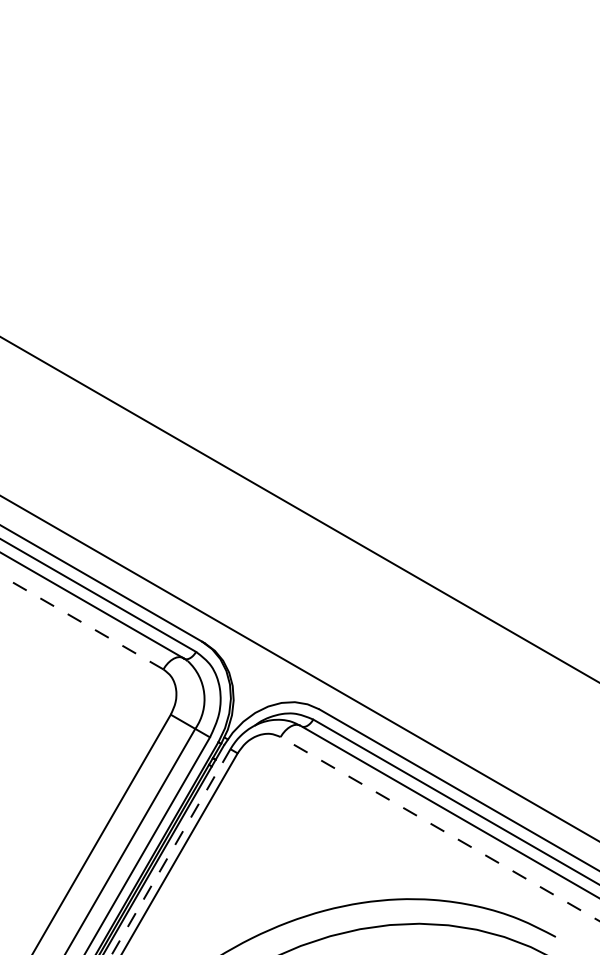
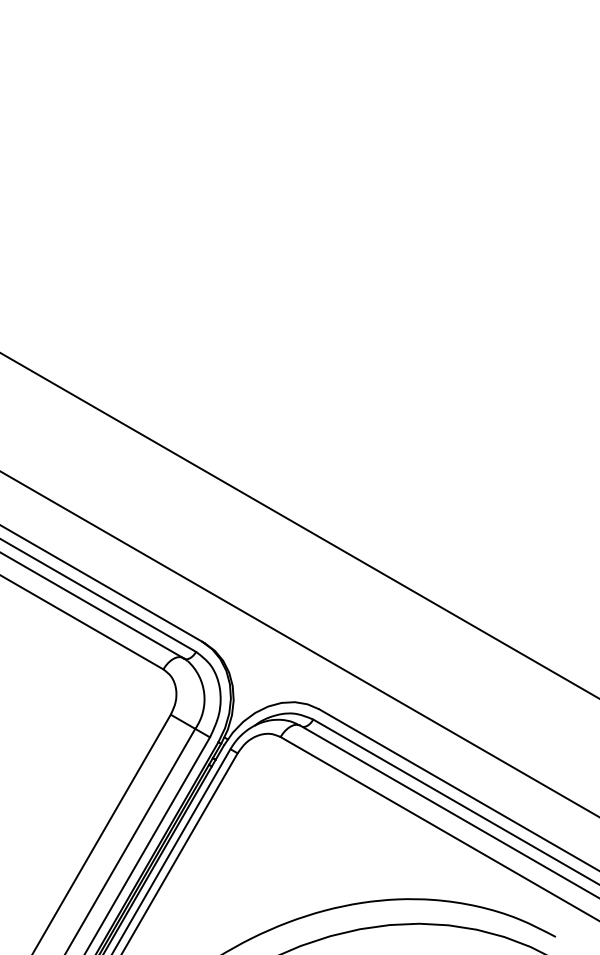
line at (299, 509) position: (299, 509) -> (299, 525)
line at (82, 622): dashed -> solid
line at (299, 667) position: (299, 667) -> (299, 643)
line at (439, 828): dashed -> solid
line at (170, 852): dashed -> solid
